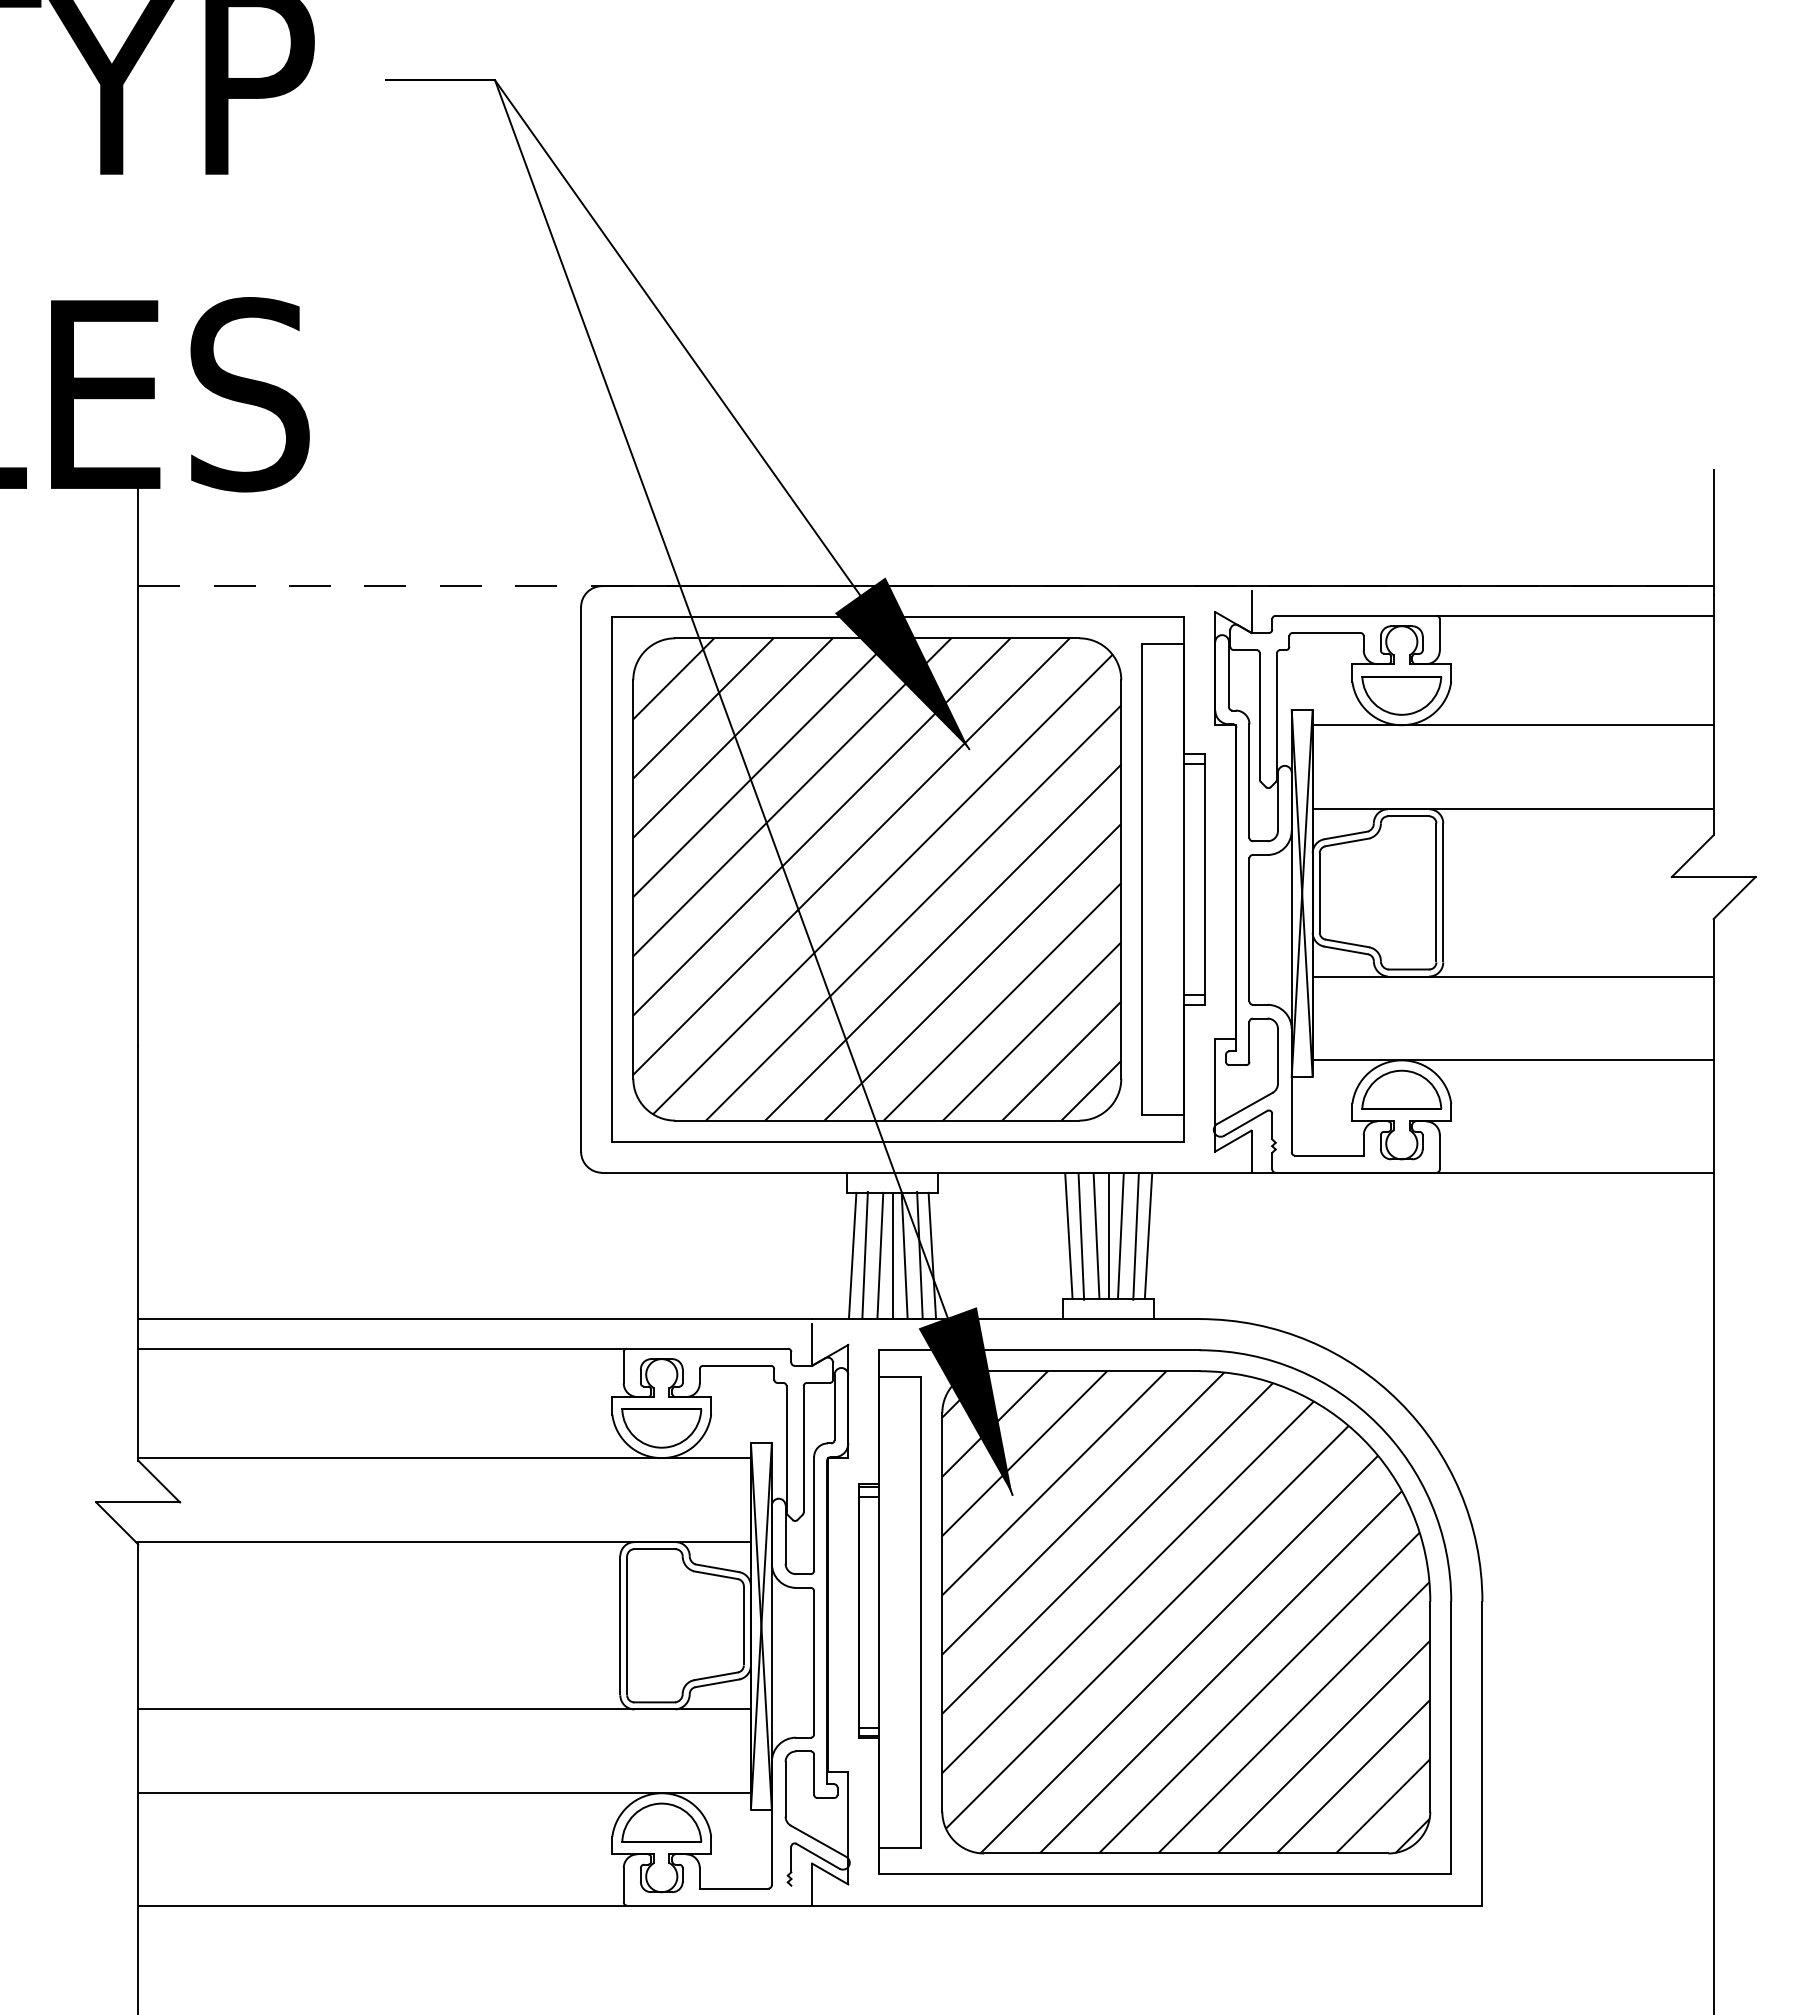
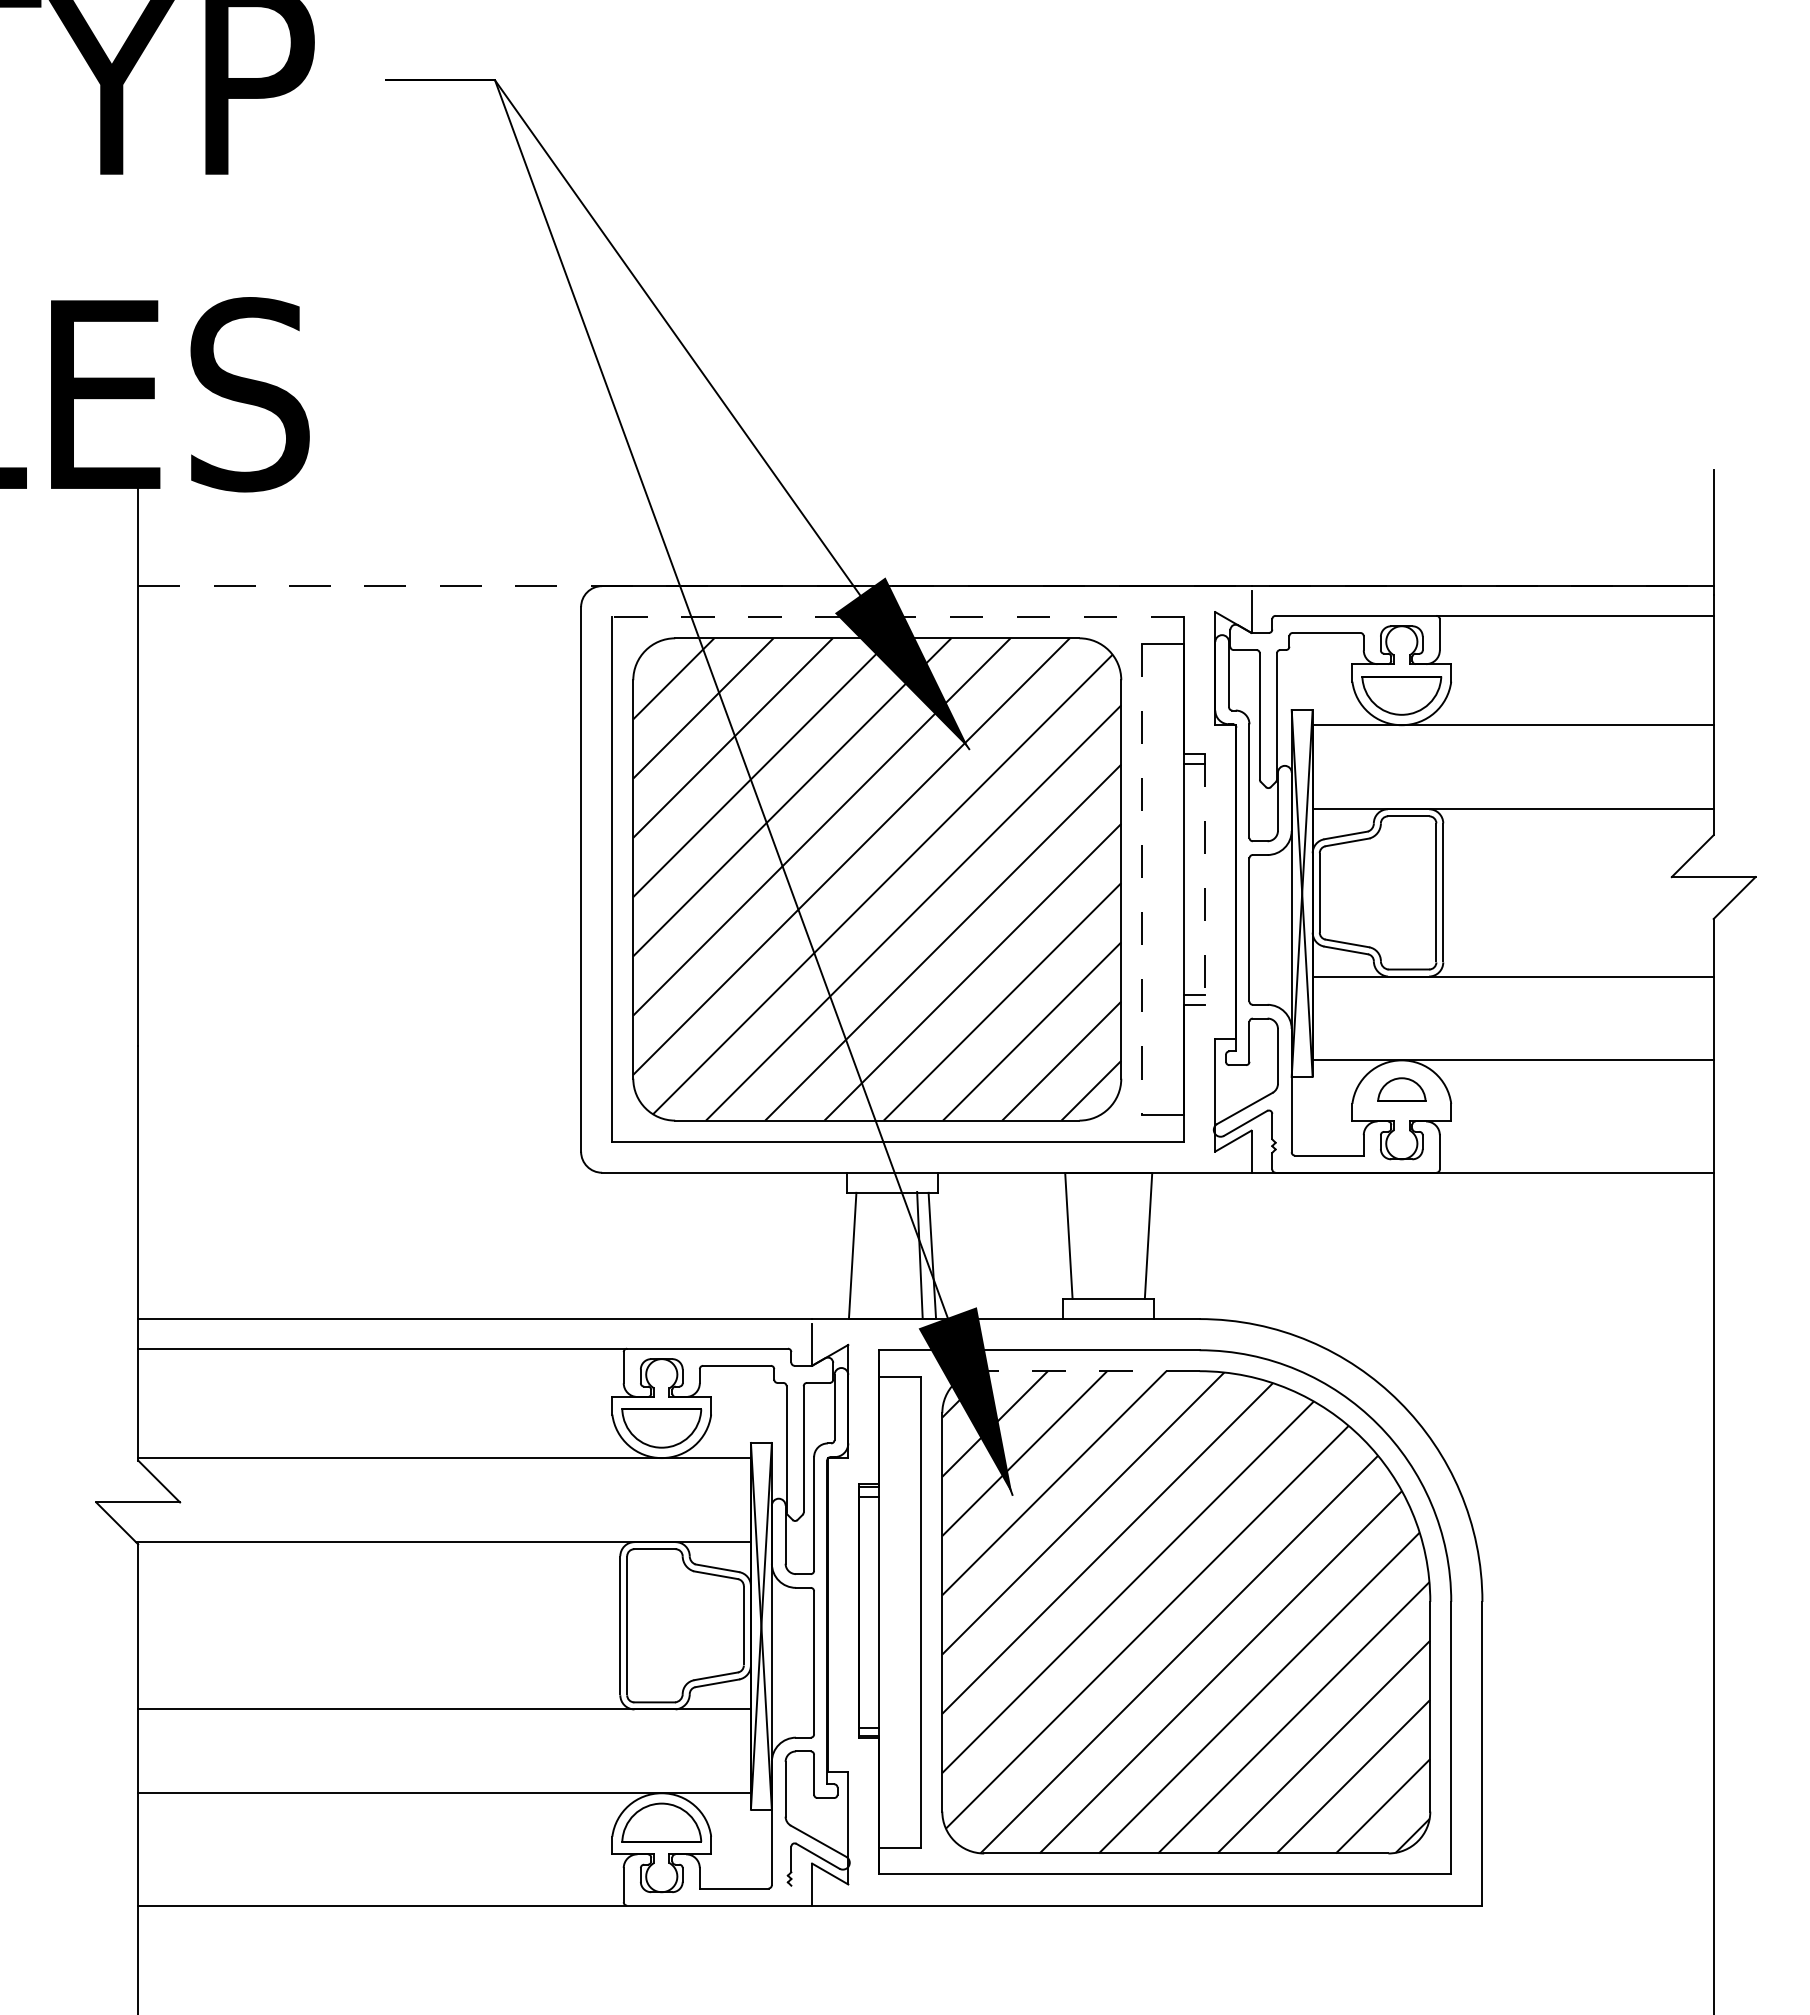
line at (898, 617): solid -> dashed
line at (1142, 879): solid -> dashed
line at (1204, 879): solid -> dashed
part at (1401, 1089) size: 82x41 px -> 50x25 px
line at (1096, 1235): present -> none
line at (1108, 1235): present -> none
line at (1120, 1235): present -> none
line at (1081, 1236): present -> none
line at (1135, 1236): present -> none
line at (864, 1254): present -> none
line at (880, 1255): present -> none
line at (892, 1255): present -> none
line at (904, 1255): present -> none
line at (1091, 1371): solid -> dashed
